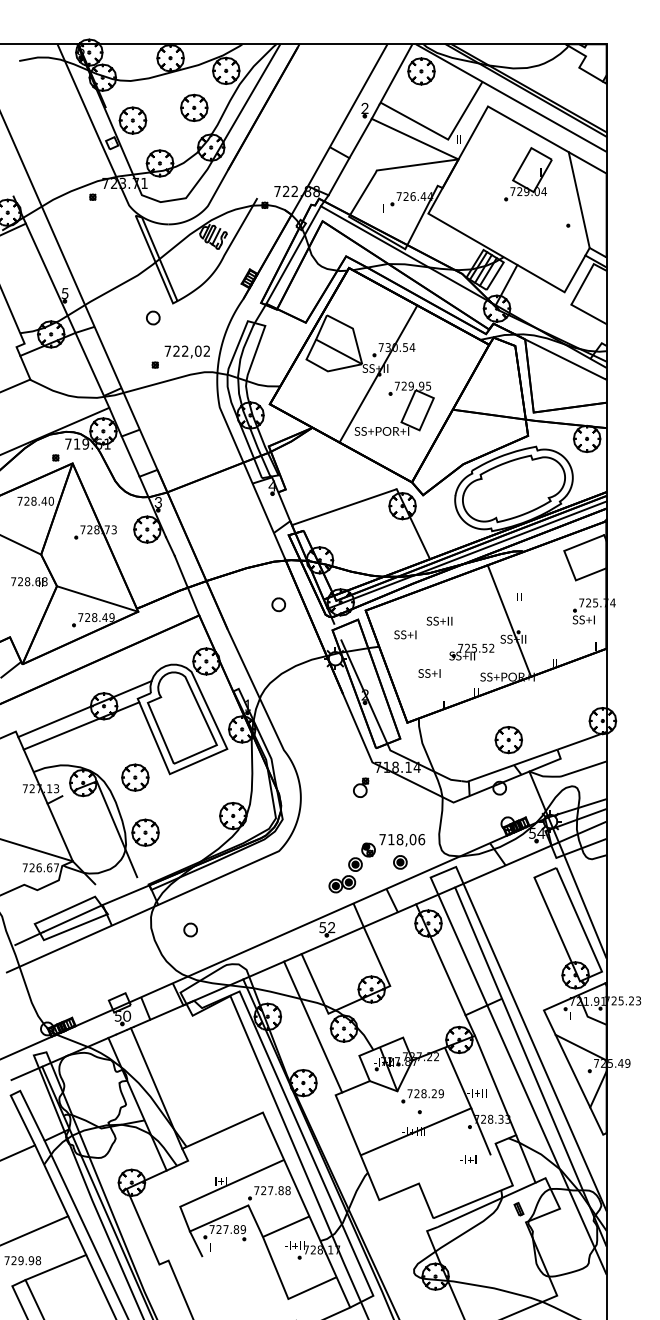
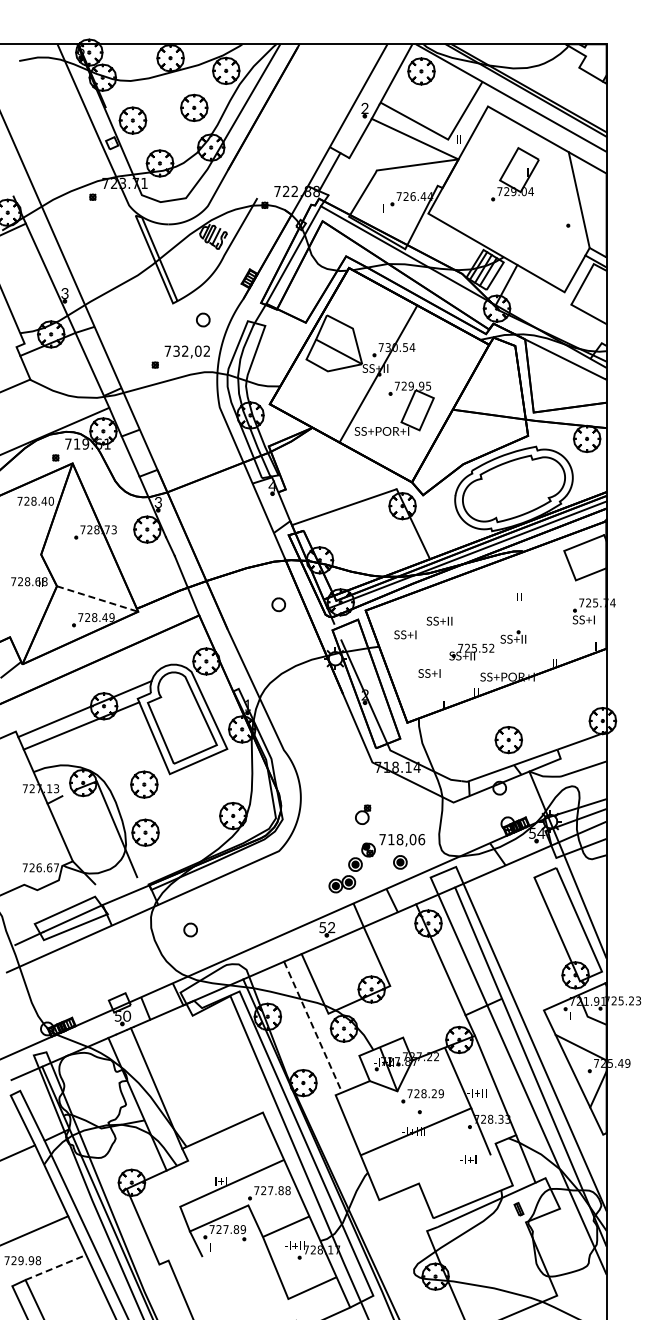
part at (528, 174) position: (528, 174) -> (515, 174)
line at (338, 176) position: (338, 176) -> (329, 171)
text at (64, 293): 5 -> 3
part at (153, 317) position: (153, 317) -> (203, 319)
text at (176, 351): 722,02 -> 732,02
line at (21, 545): present -> none
line at (97, 599): solid -> dashed
line at (509, 620): present -> none
part at (135, 777) position: (135, 777) -> (144, 784)
part at (361, 787) position: (361, 787) -> (363, 814)
line at (37, 850): present -> none
line at (313, 1027): solid -> dashed
line at (55, 1267): solid -> dashed
